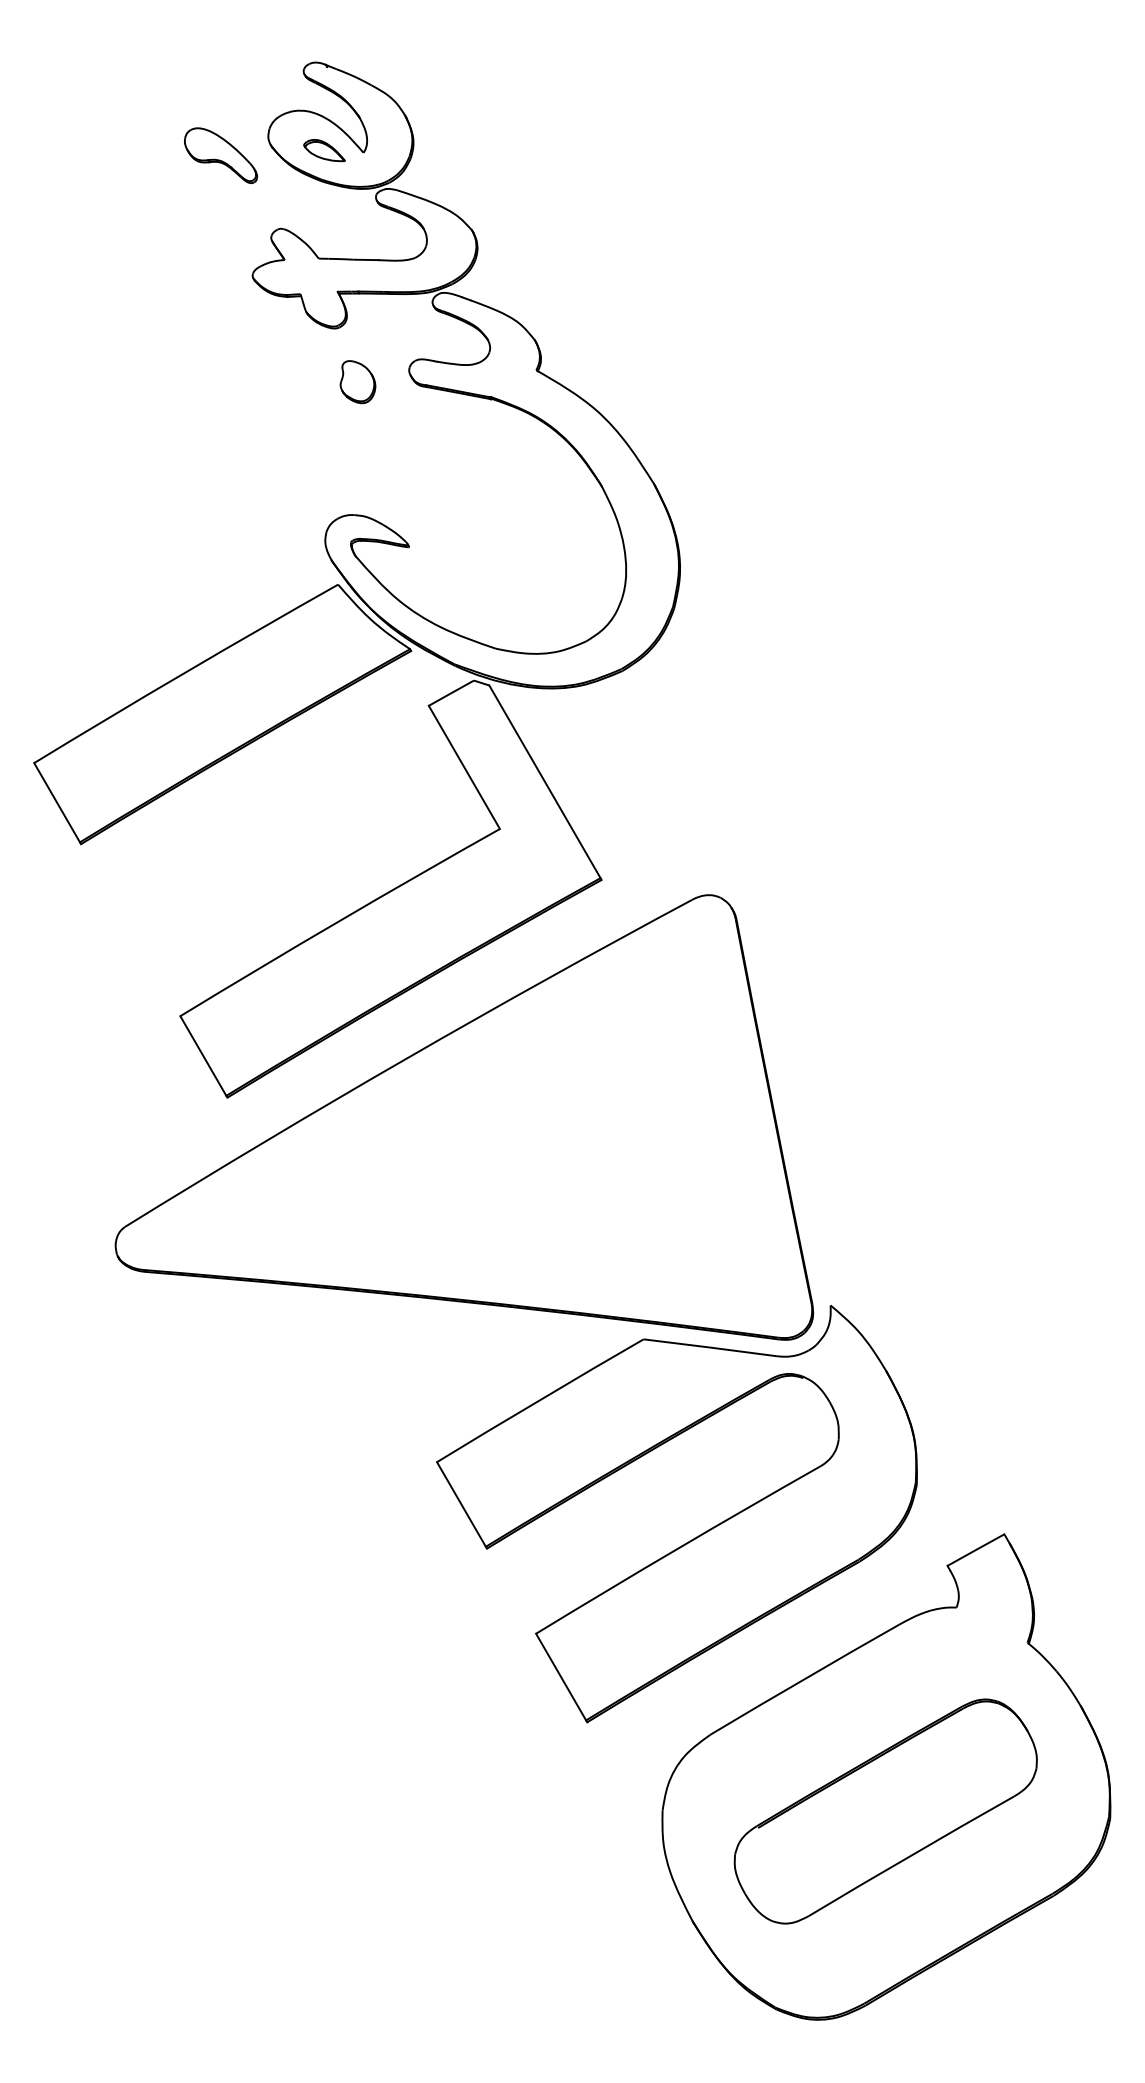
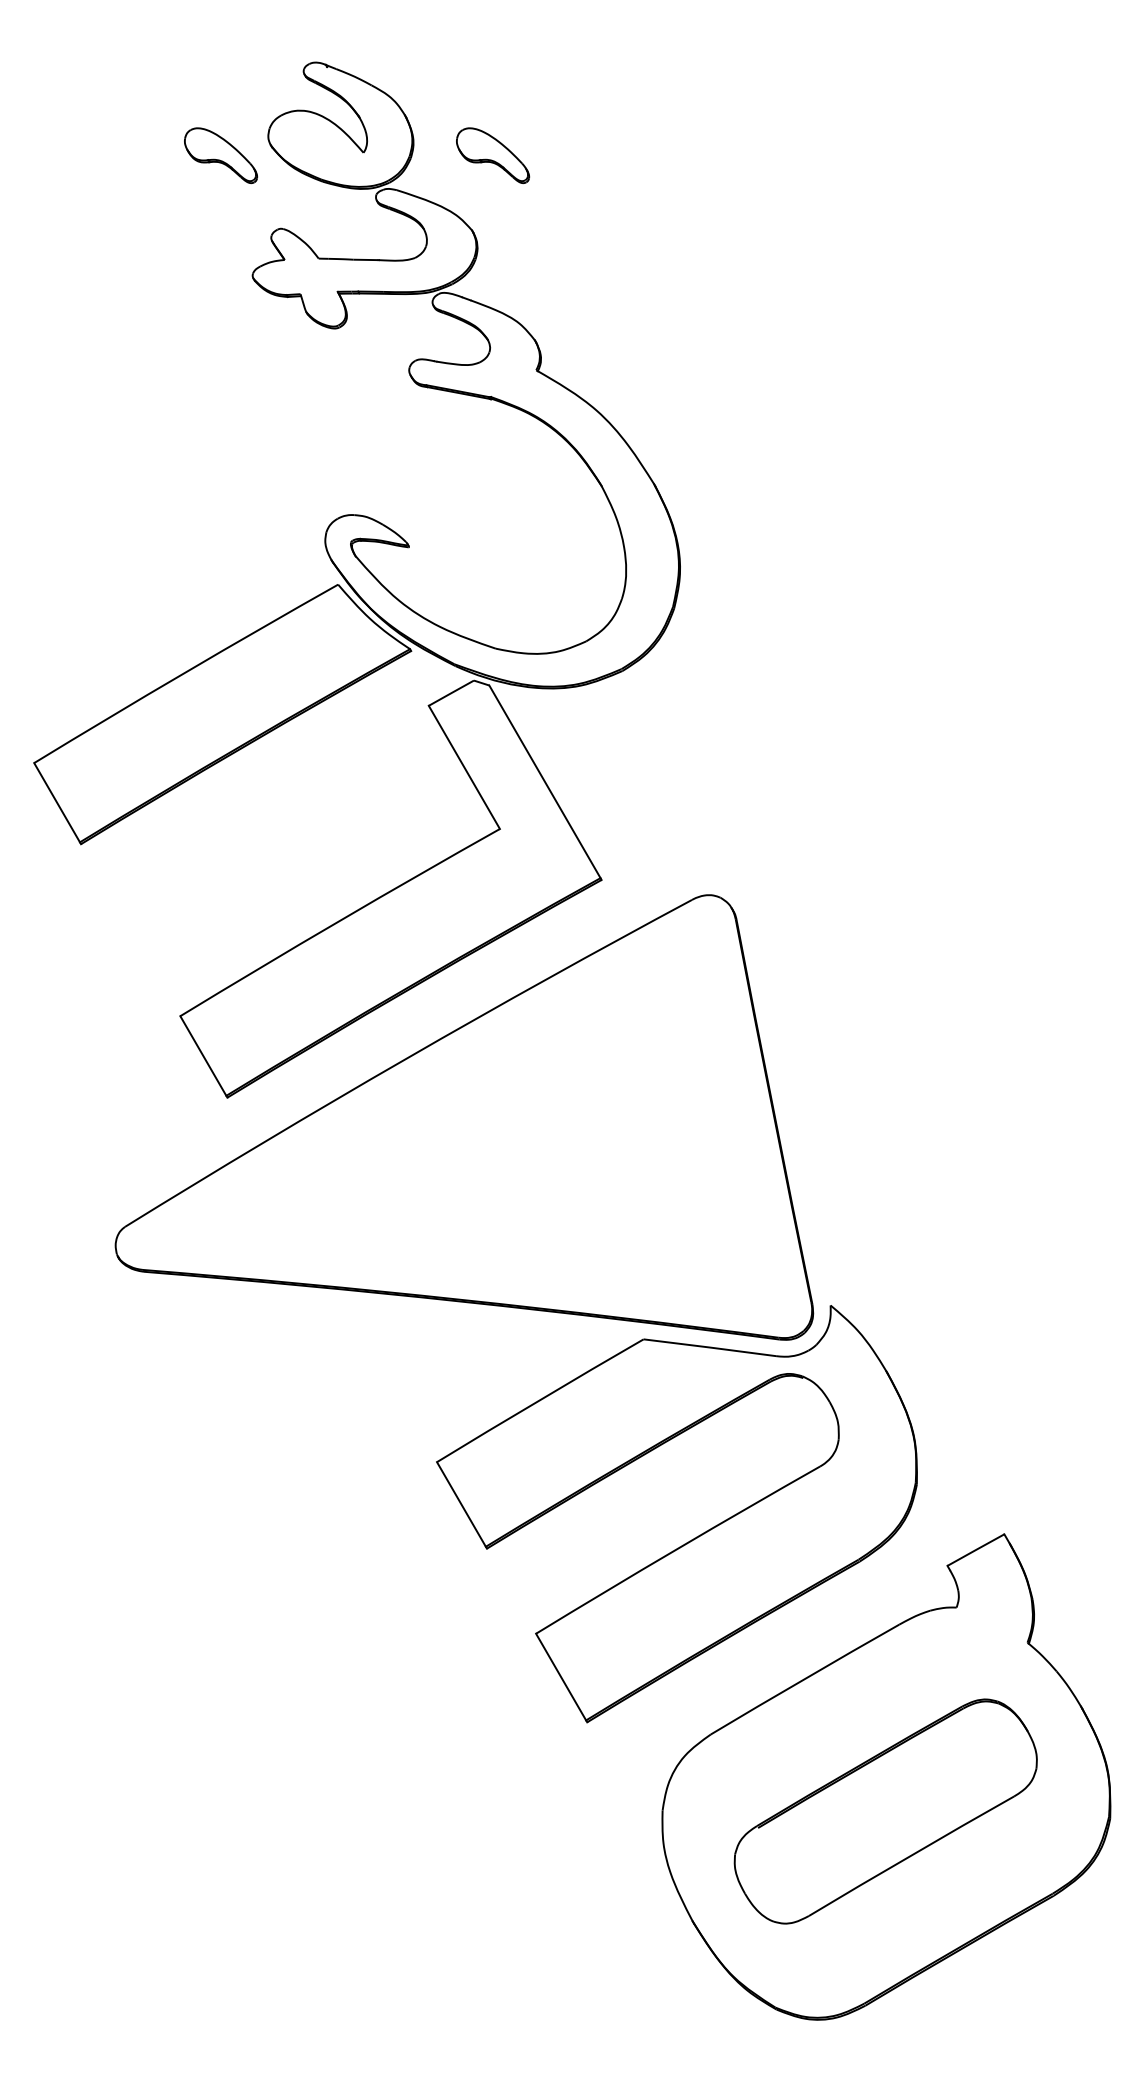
part at (324, 150): present -> none
part at (492, 155): none -> present
part at (357, 382): present -> none
